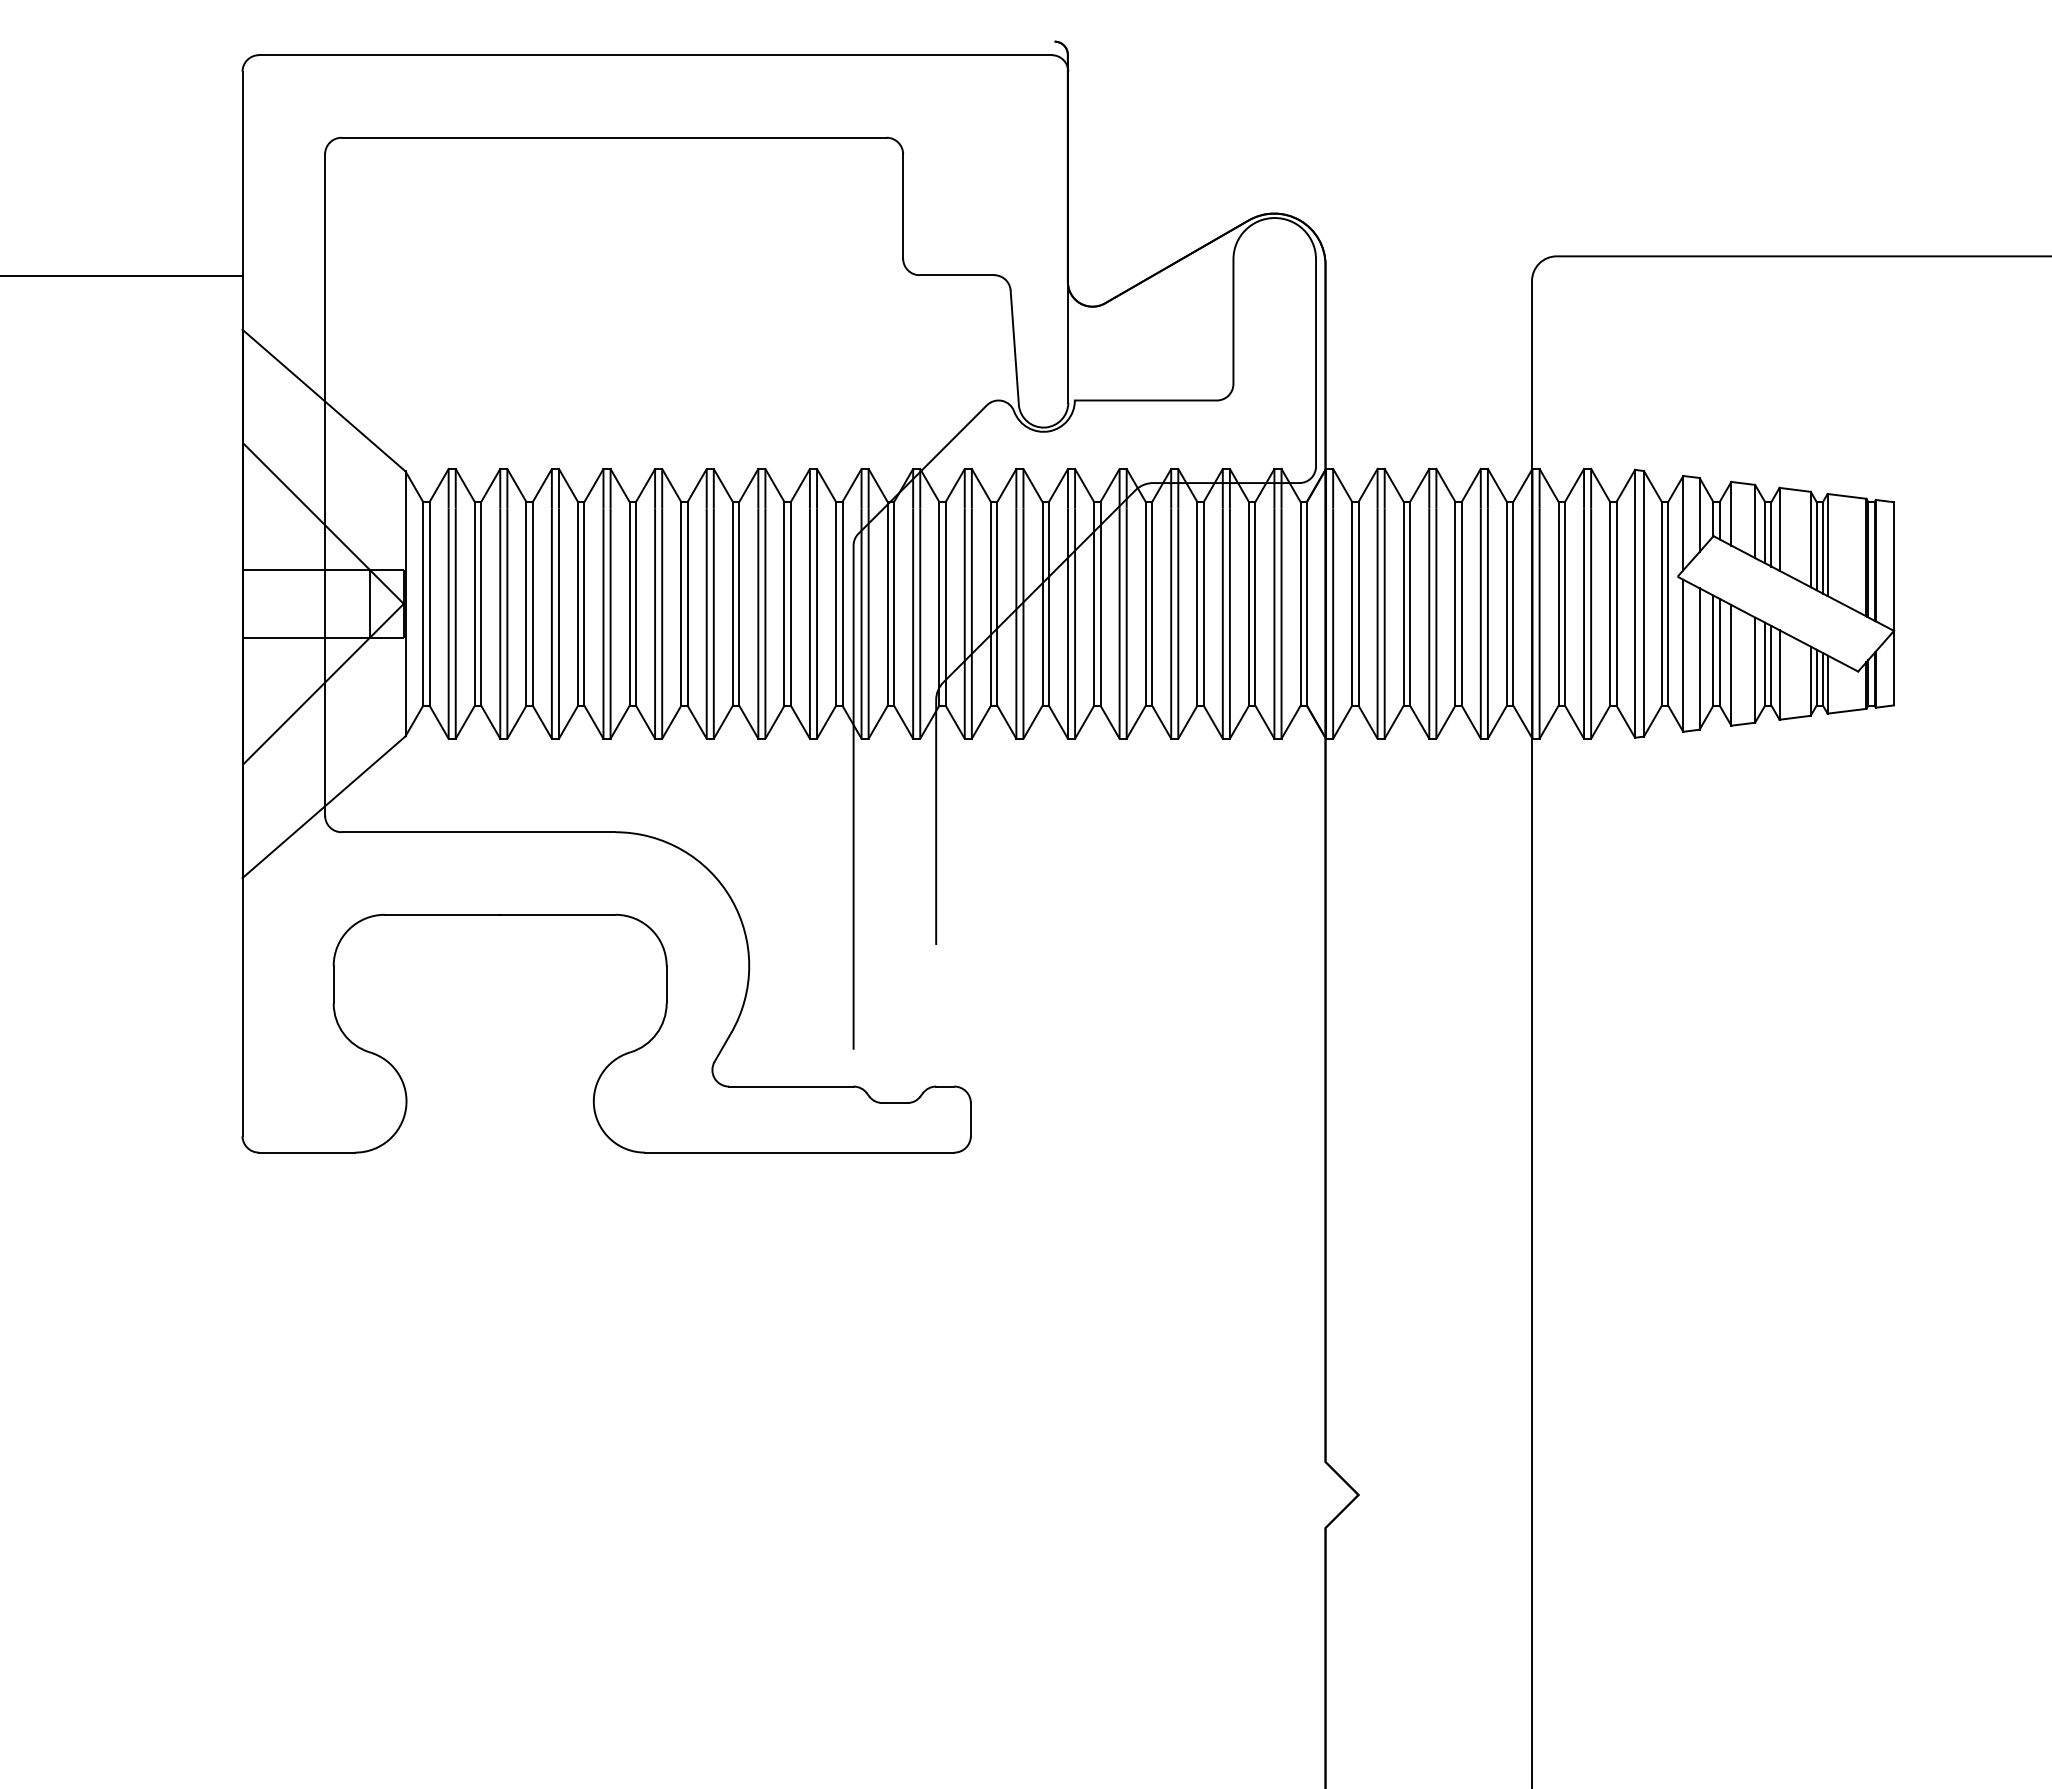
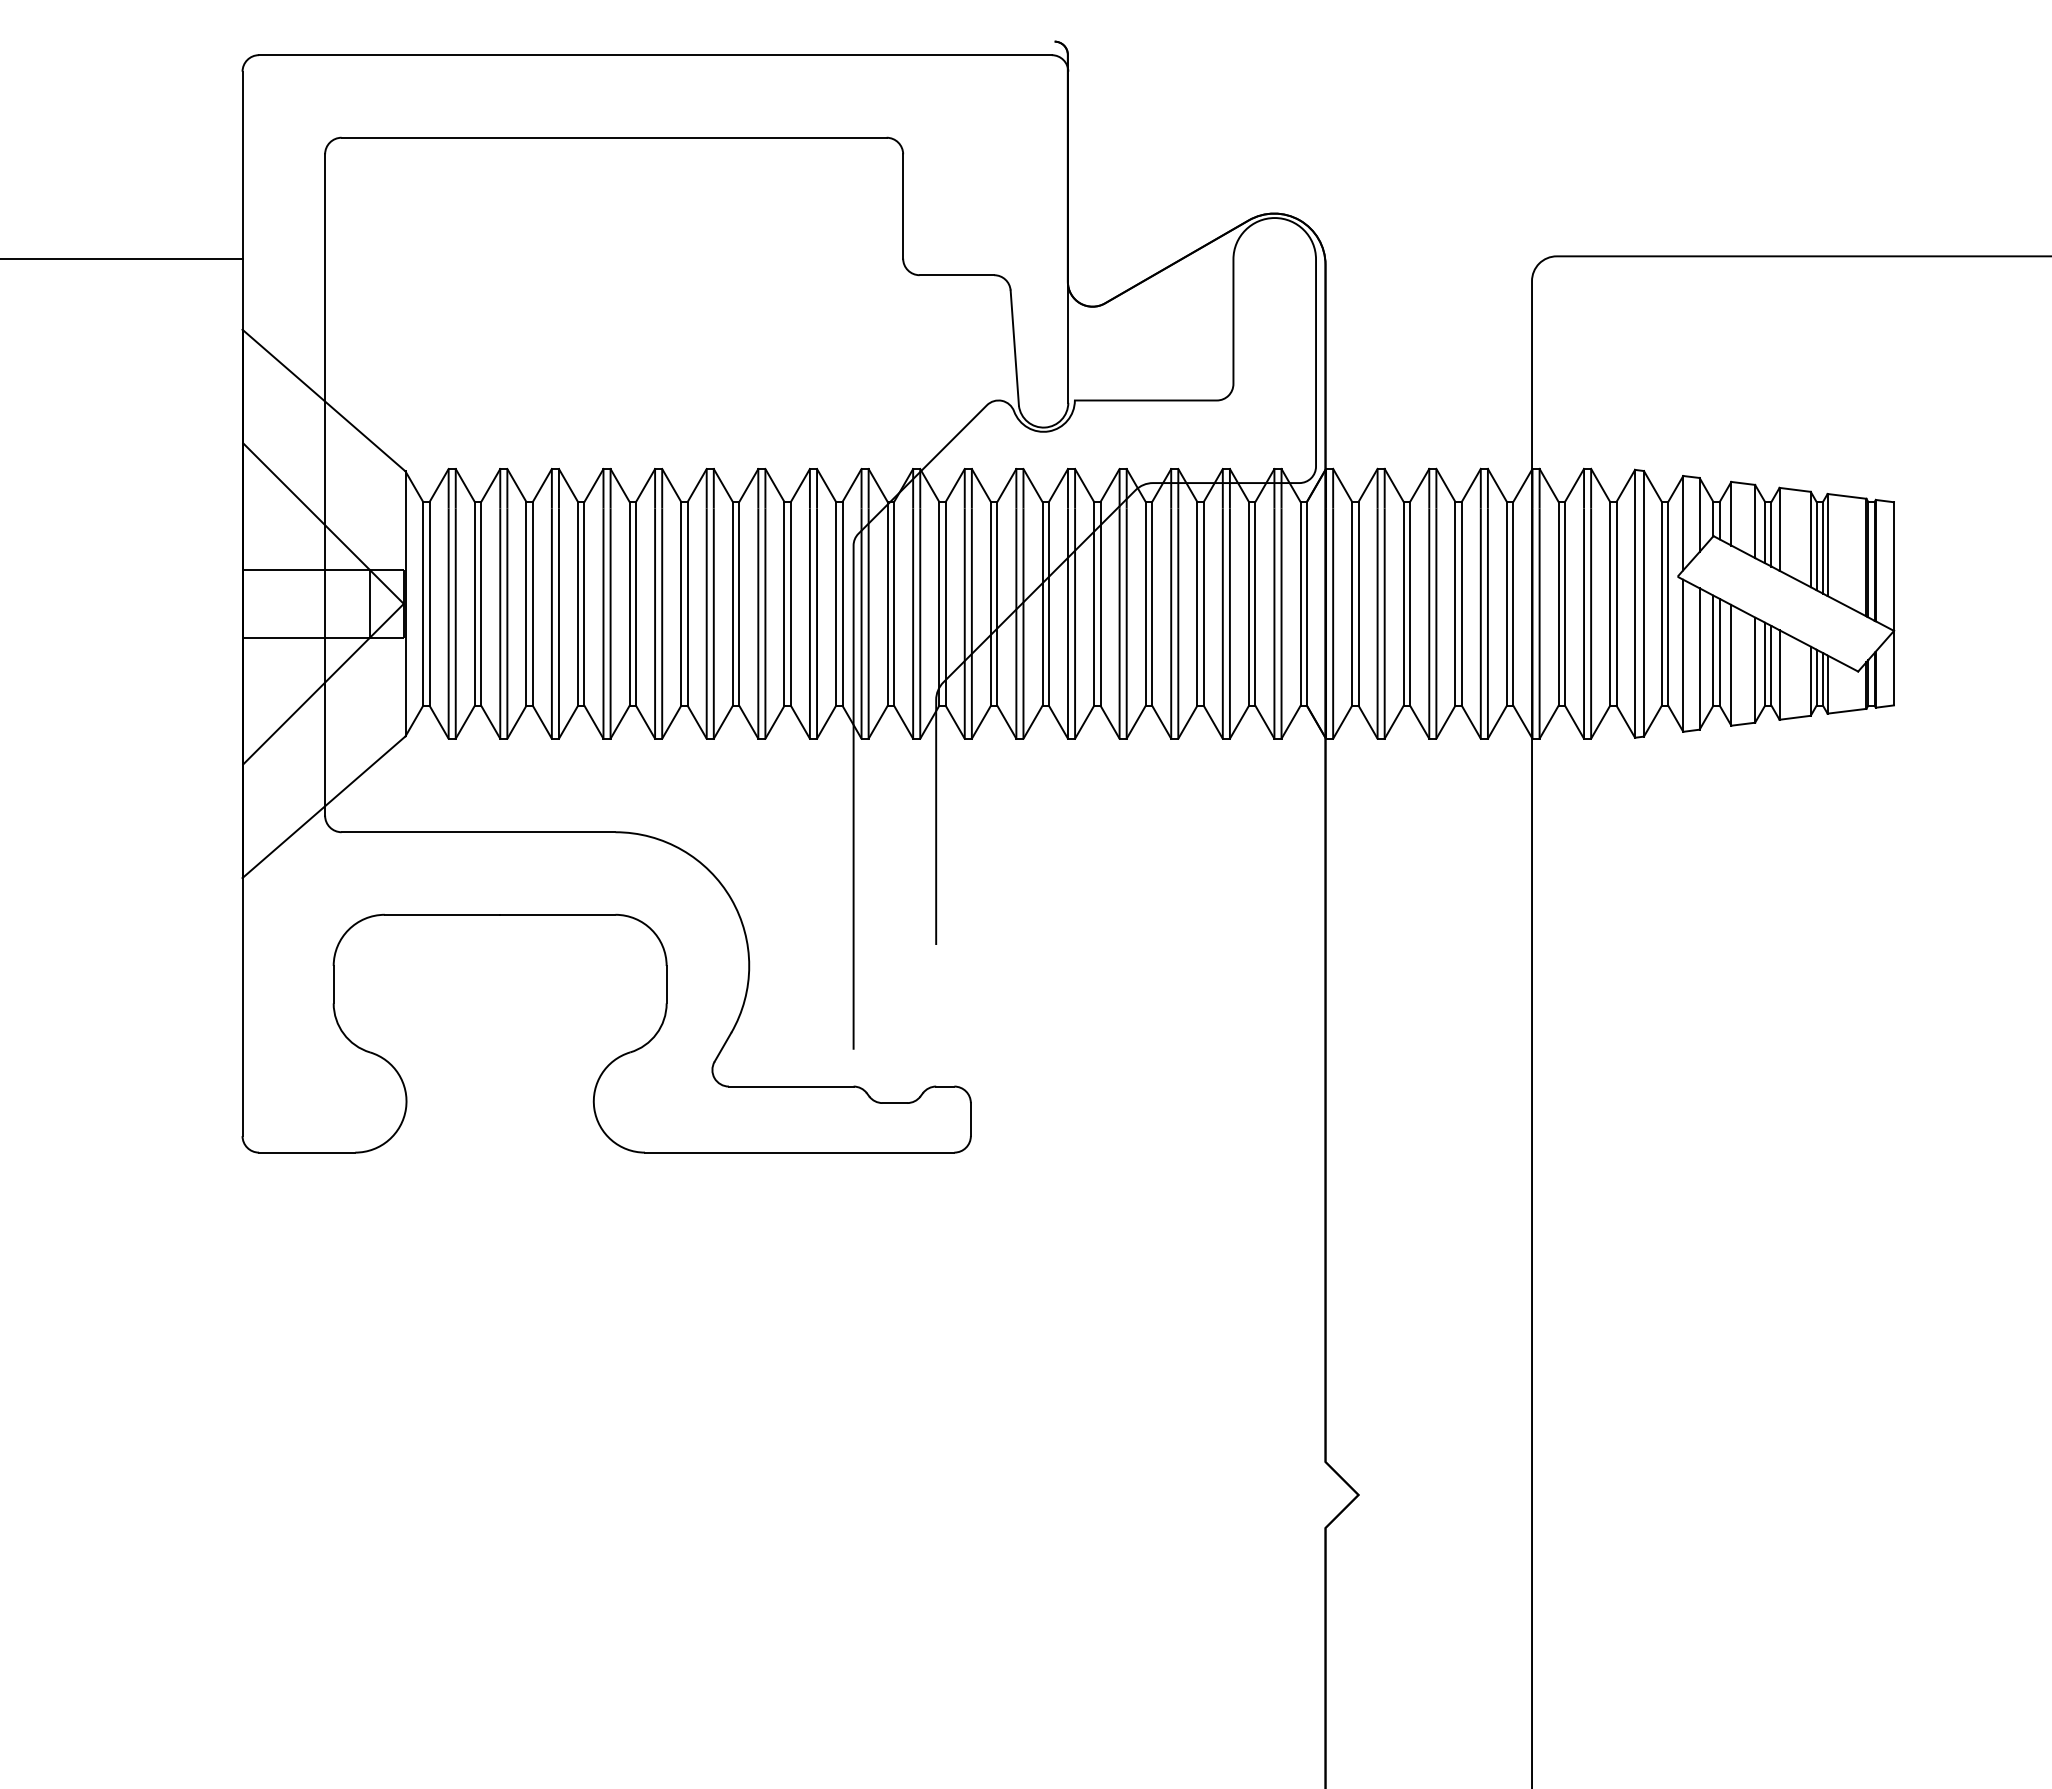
line at (122, 275) position: (122, 275) -> (122, 258)
